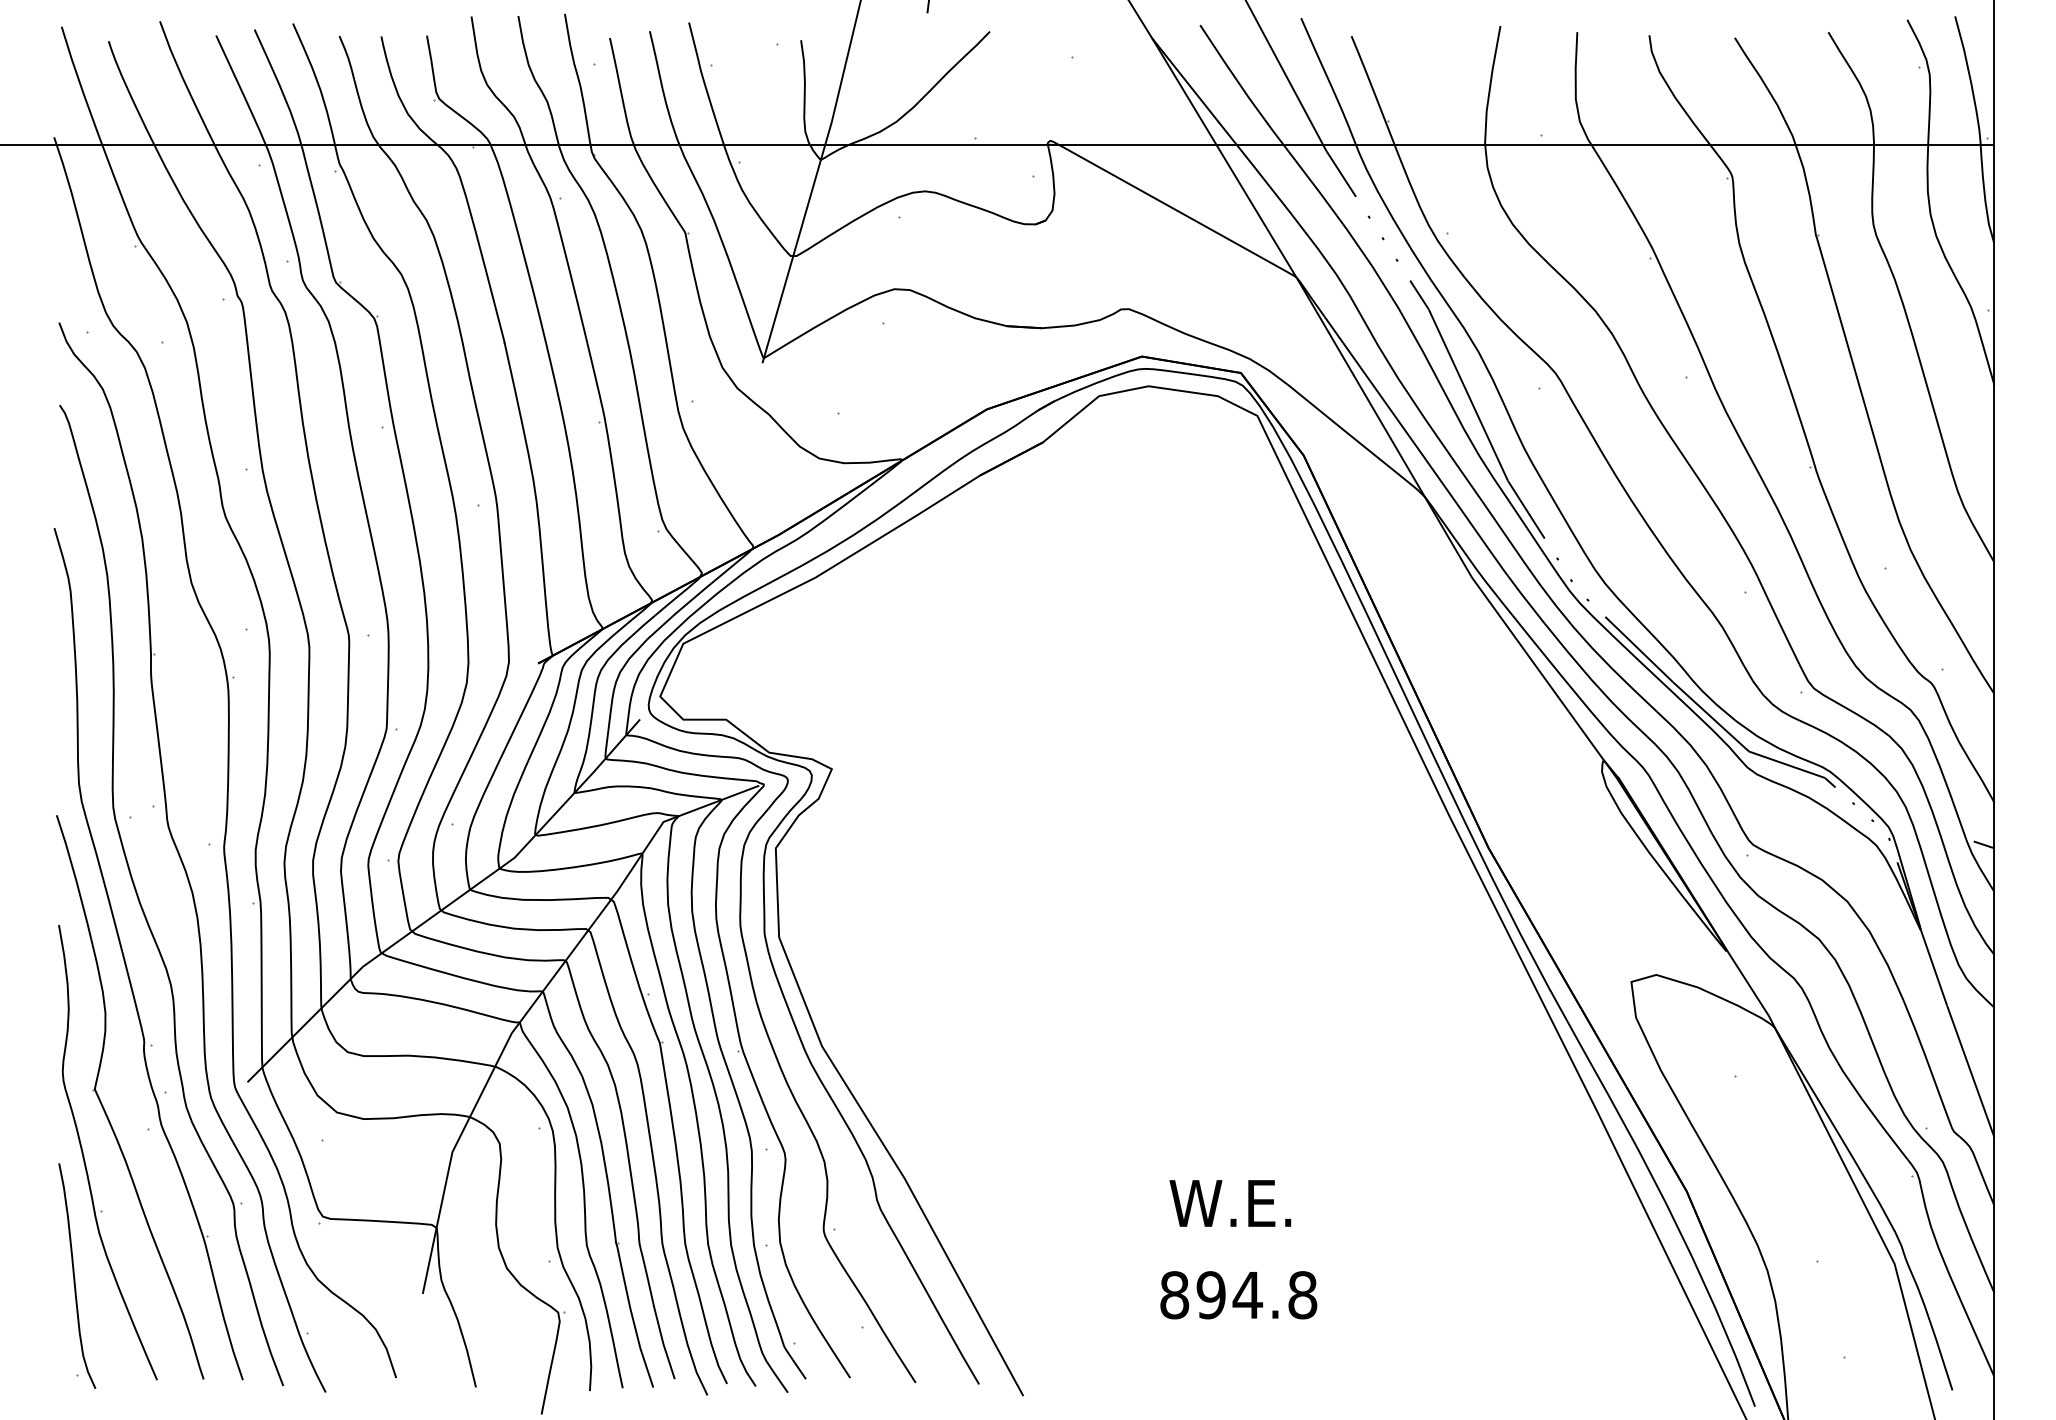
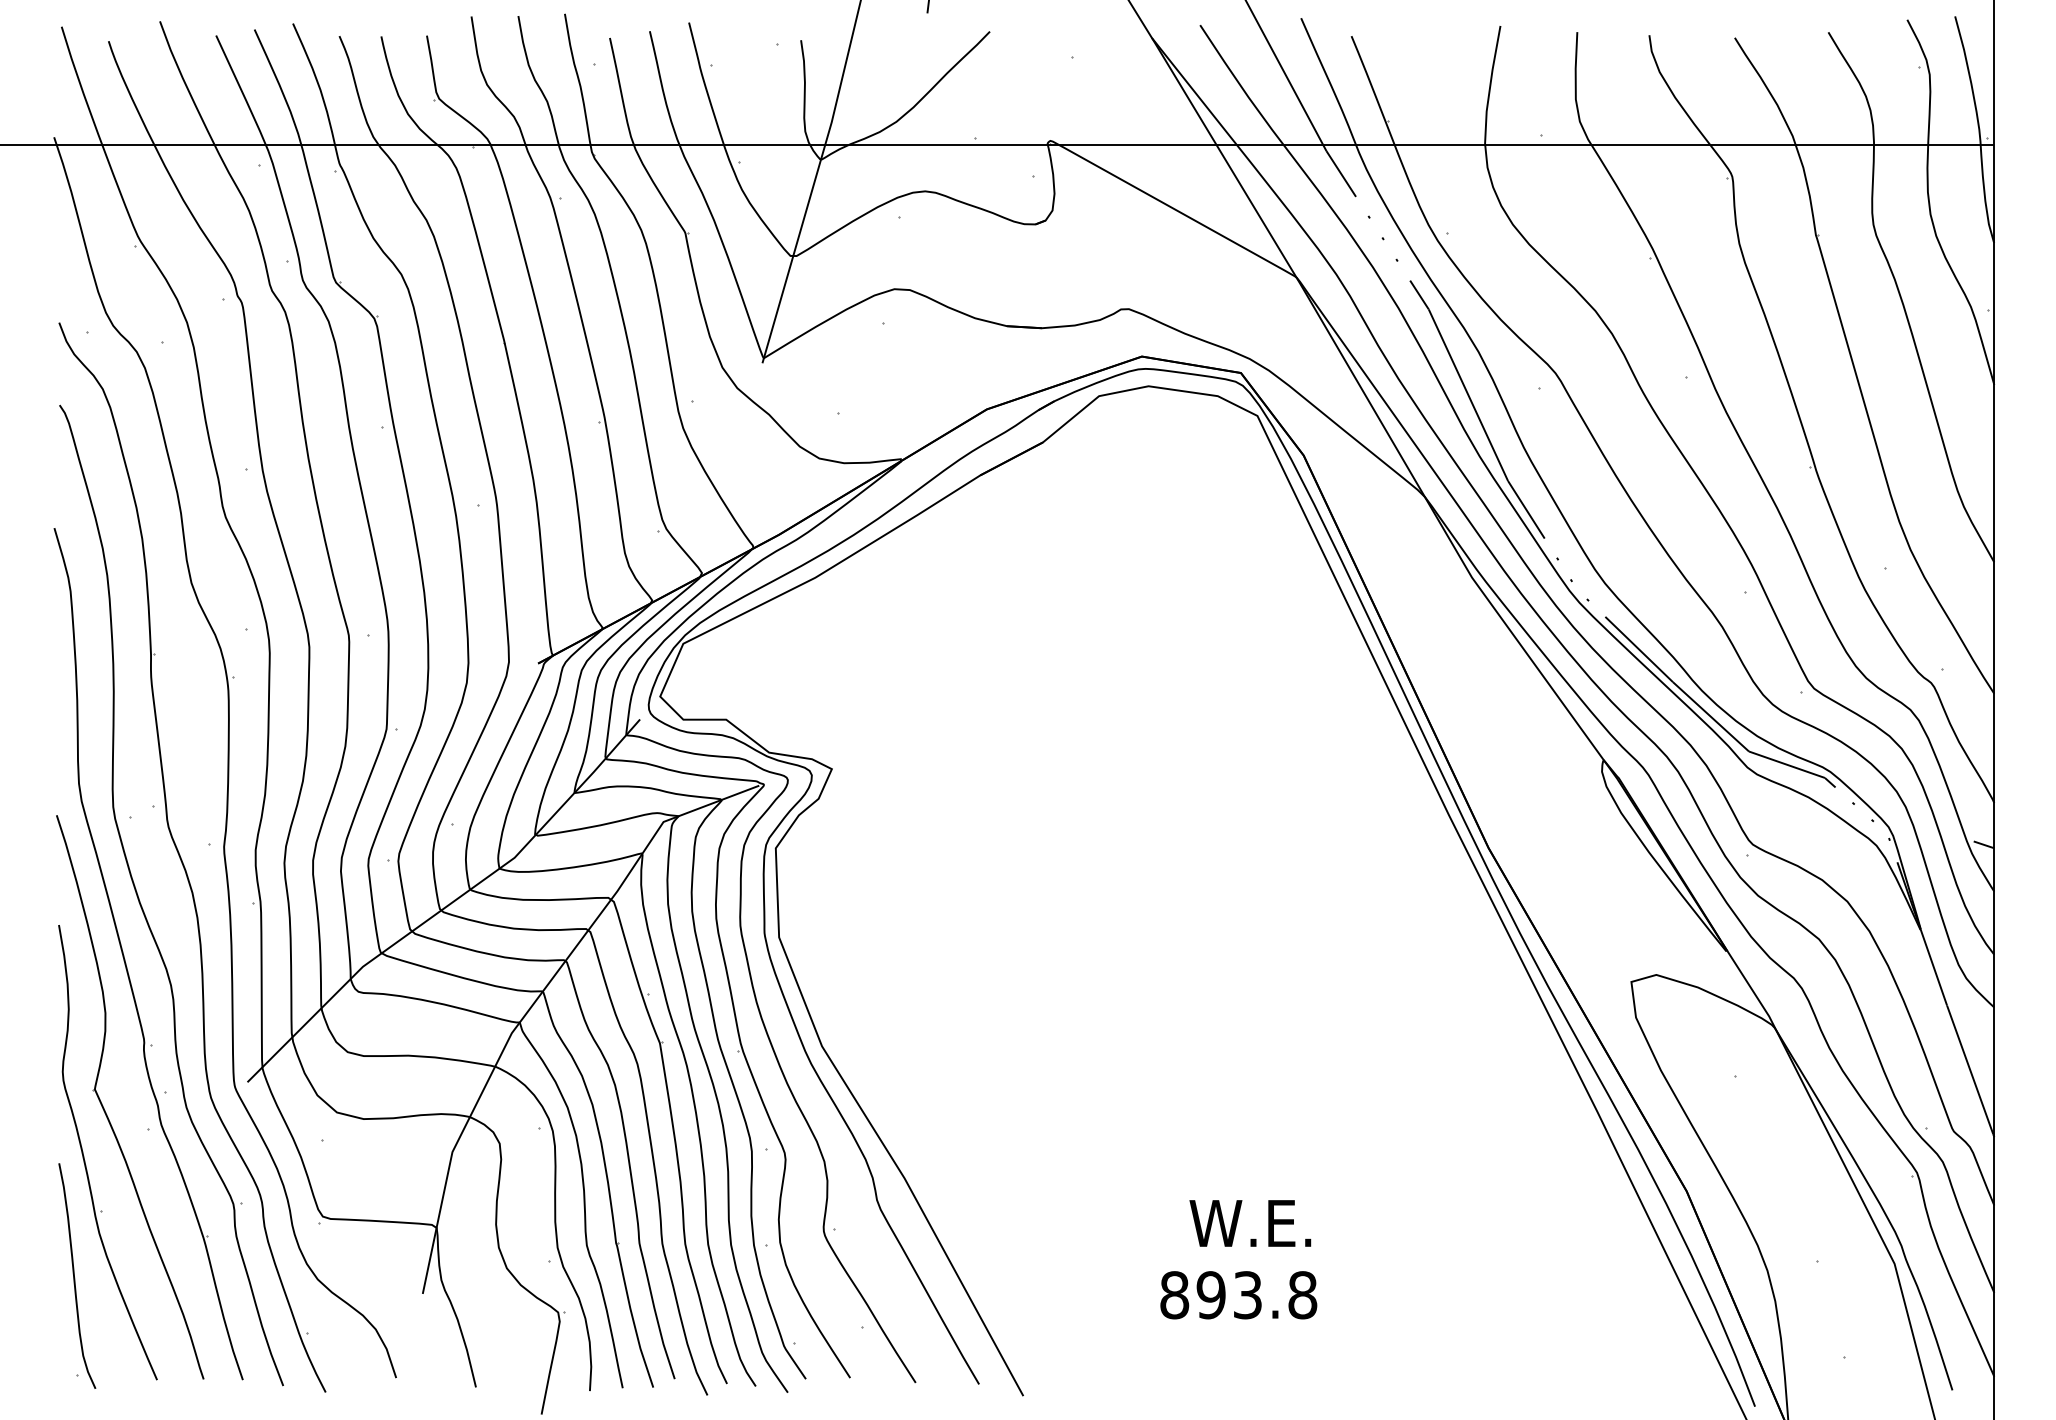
text at (1230, 1203) position: (1230, 1203) -> (1250, 1223)
text at (1247, 1295): 894.8 -> 893.8
